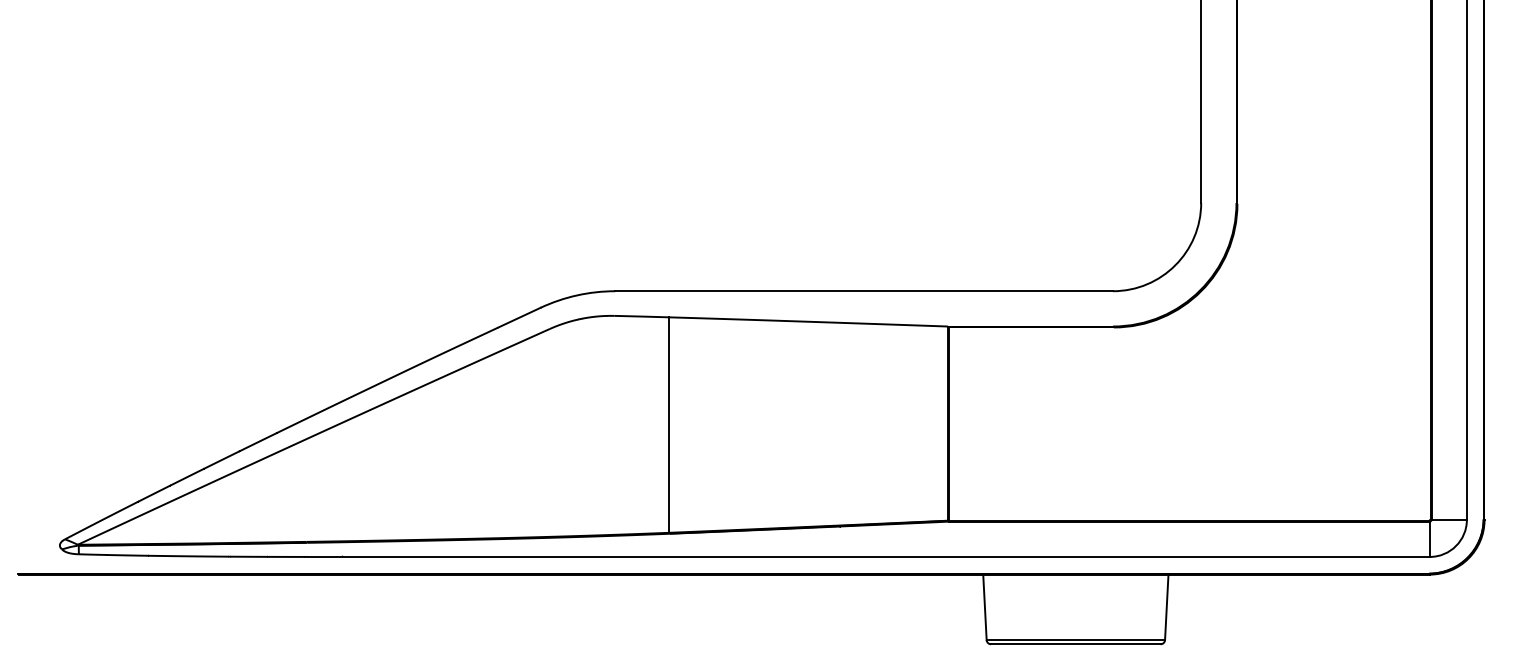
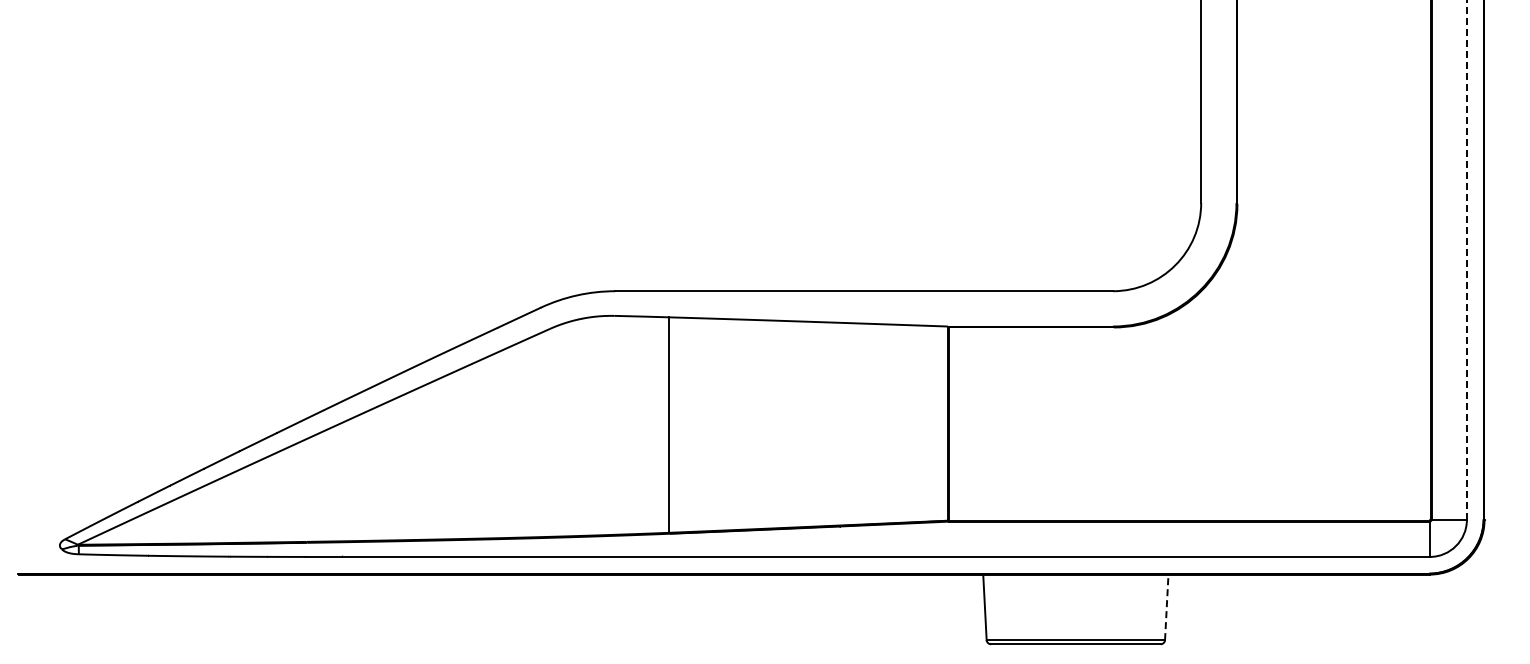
line at (1466, 260): solid -> dashed
line at (1166, 607): solid -> dashed
